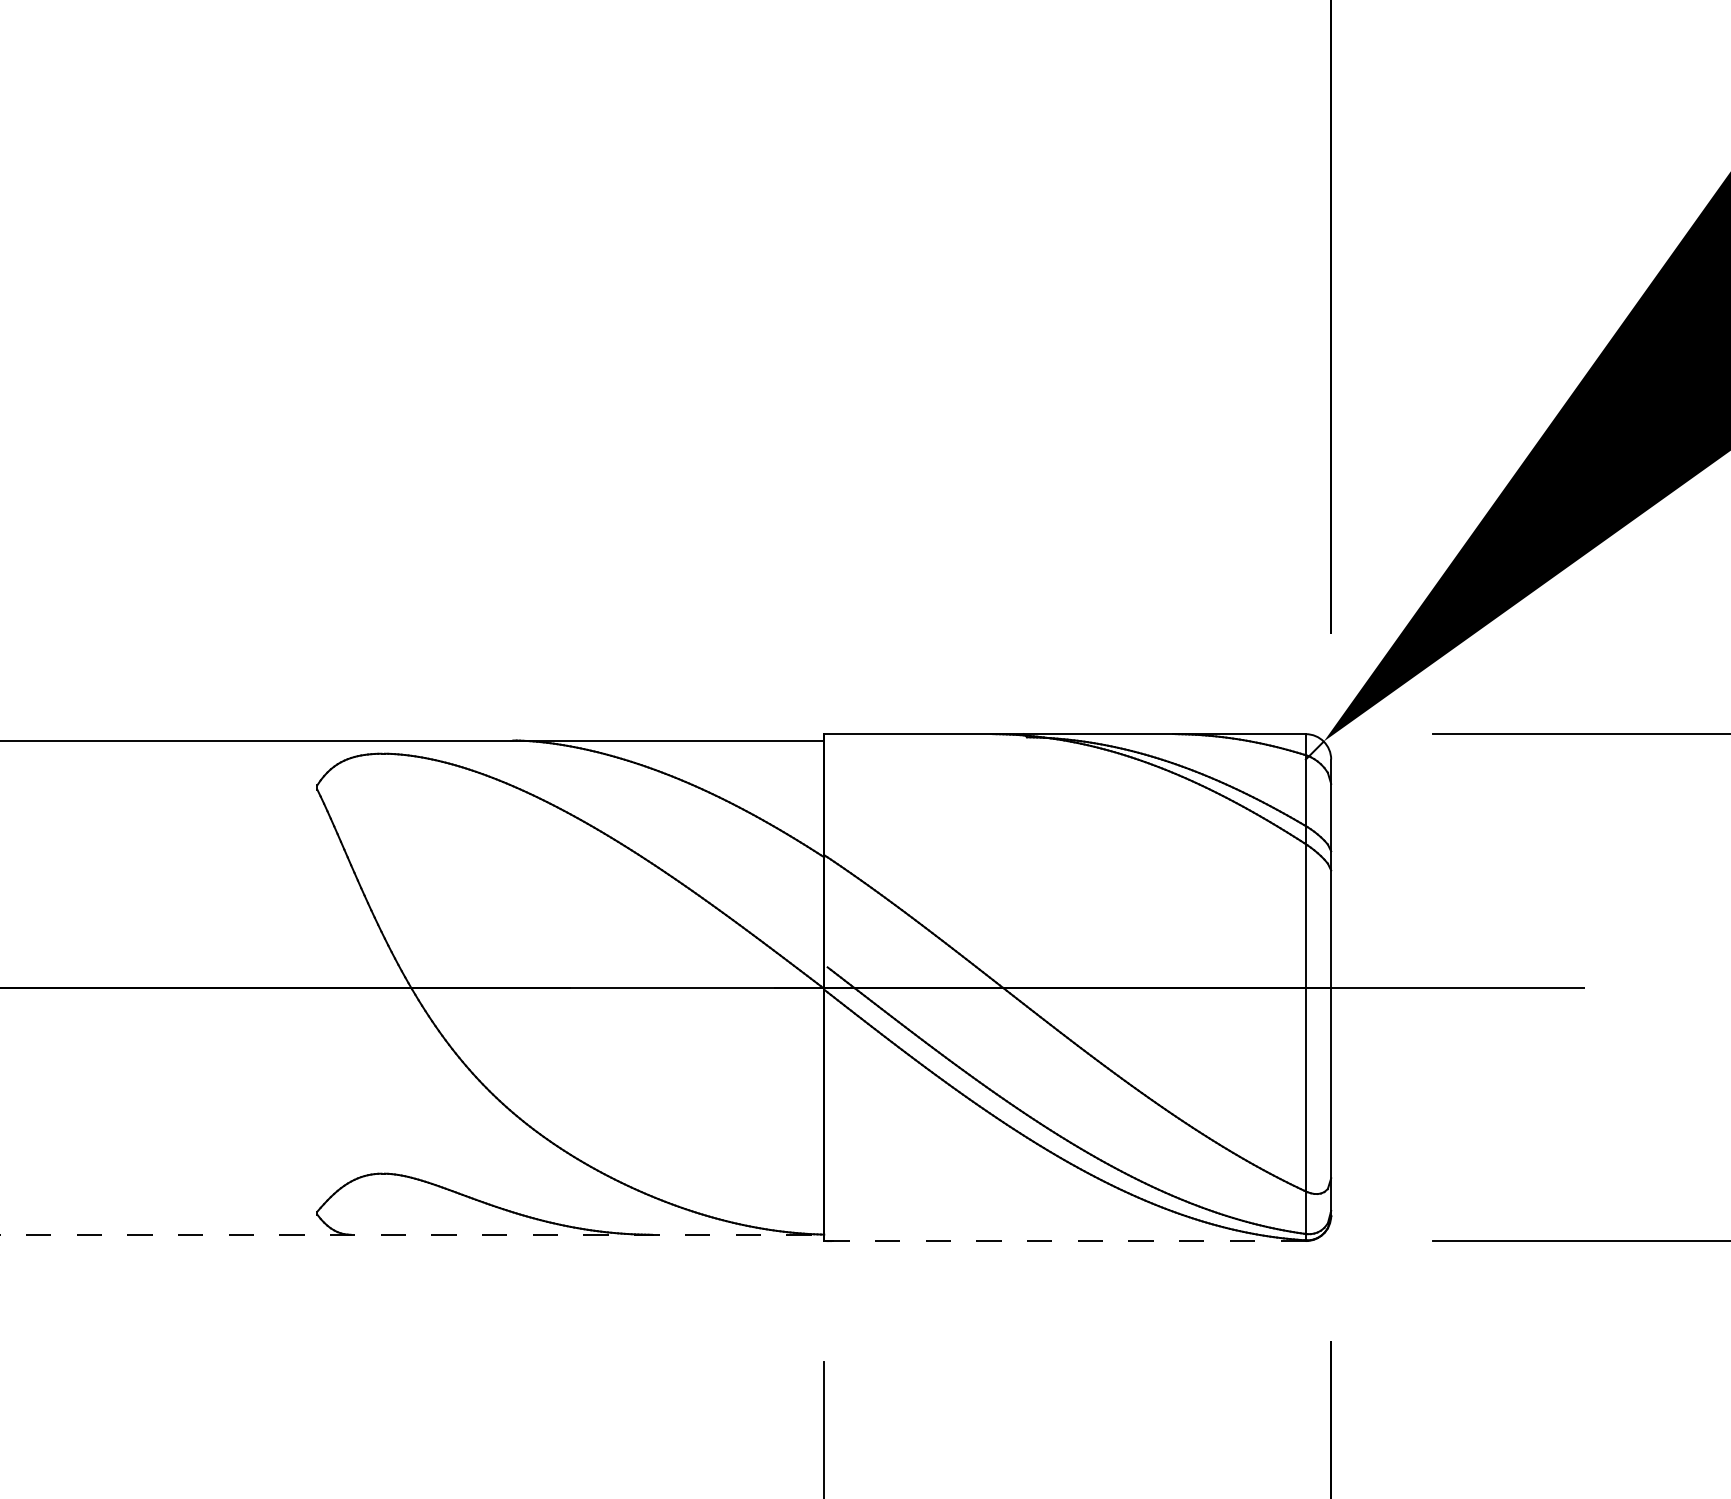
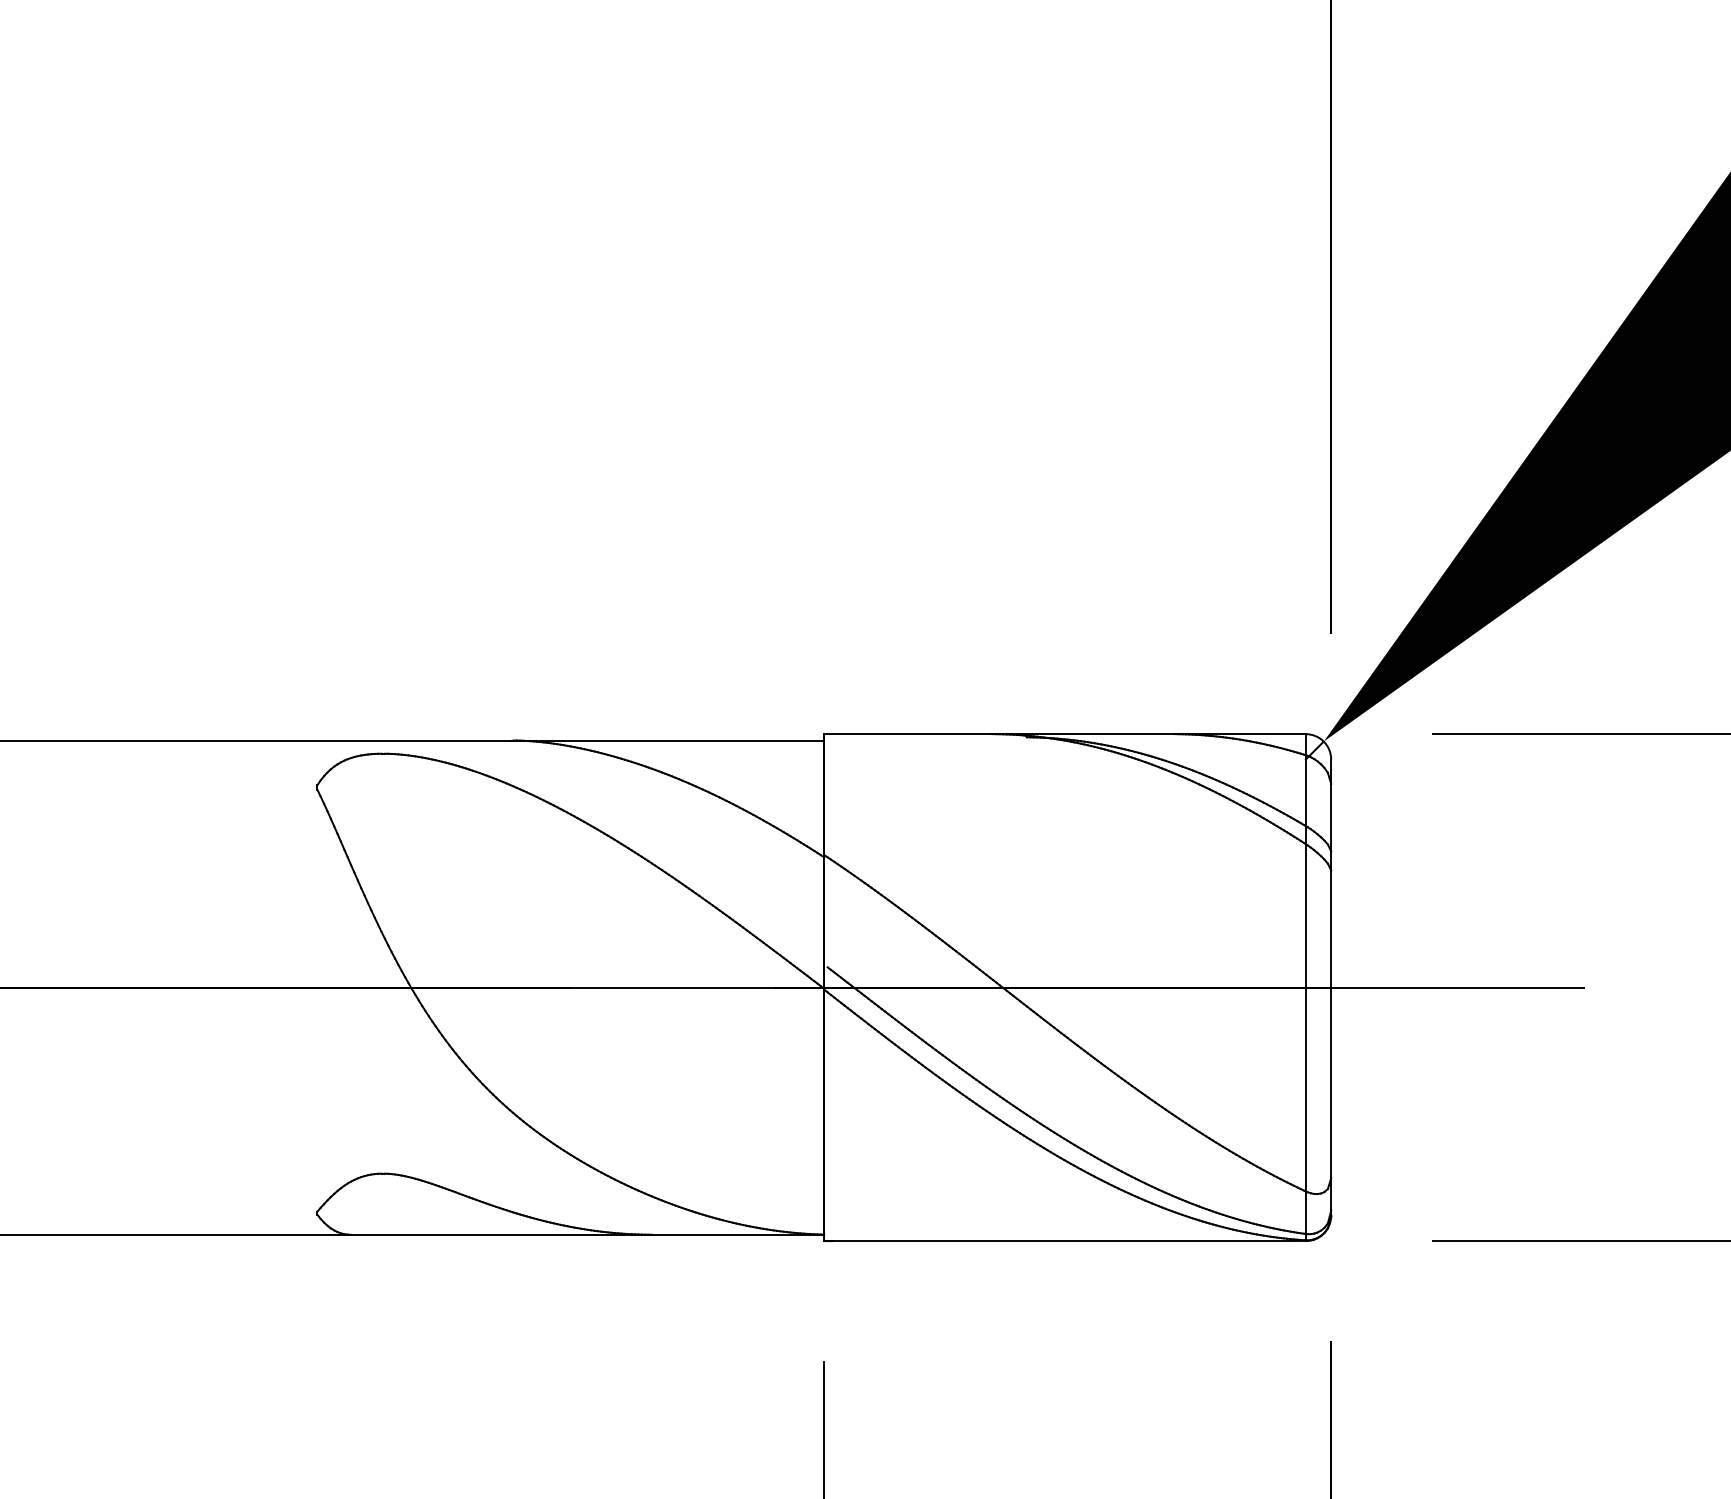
line at (412, 1234): dashed -> solid
line at (1065, 1241): dashed -> solid
